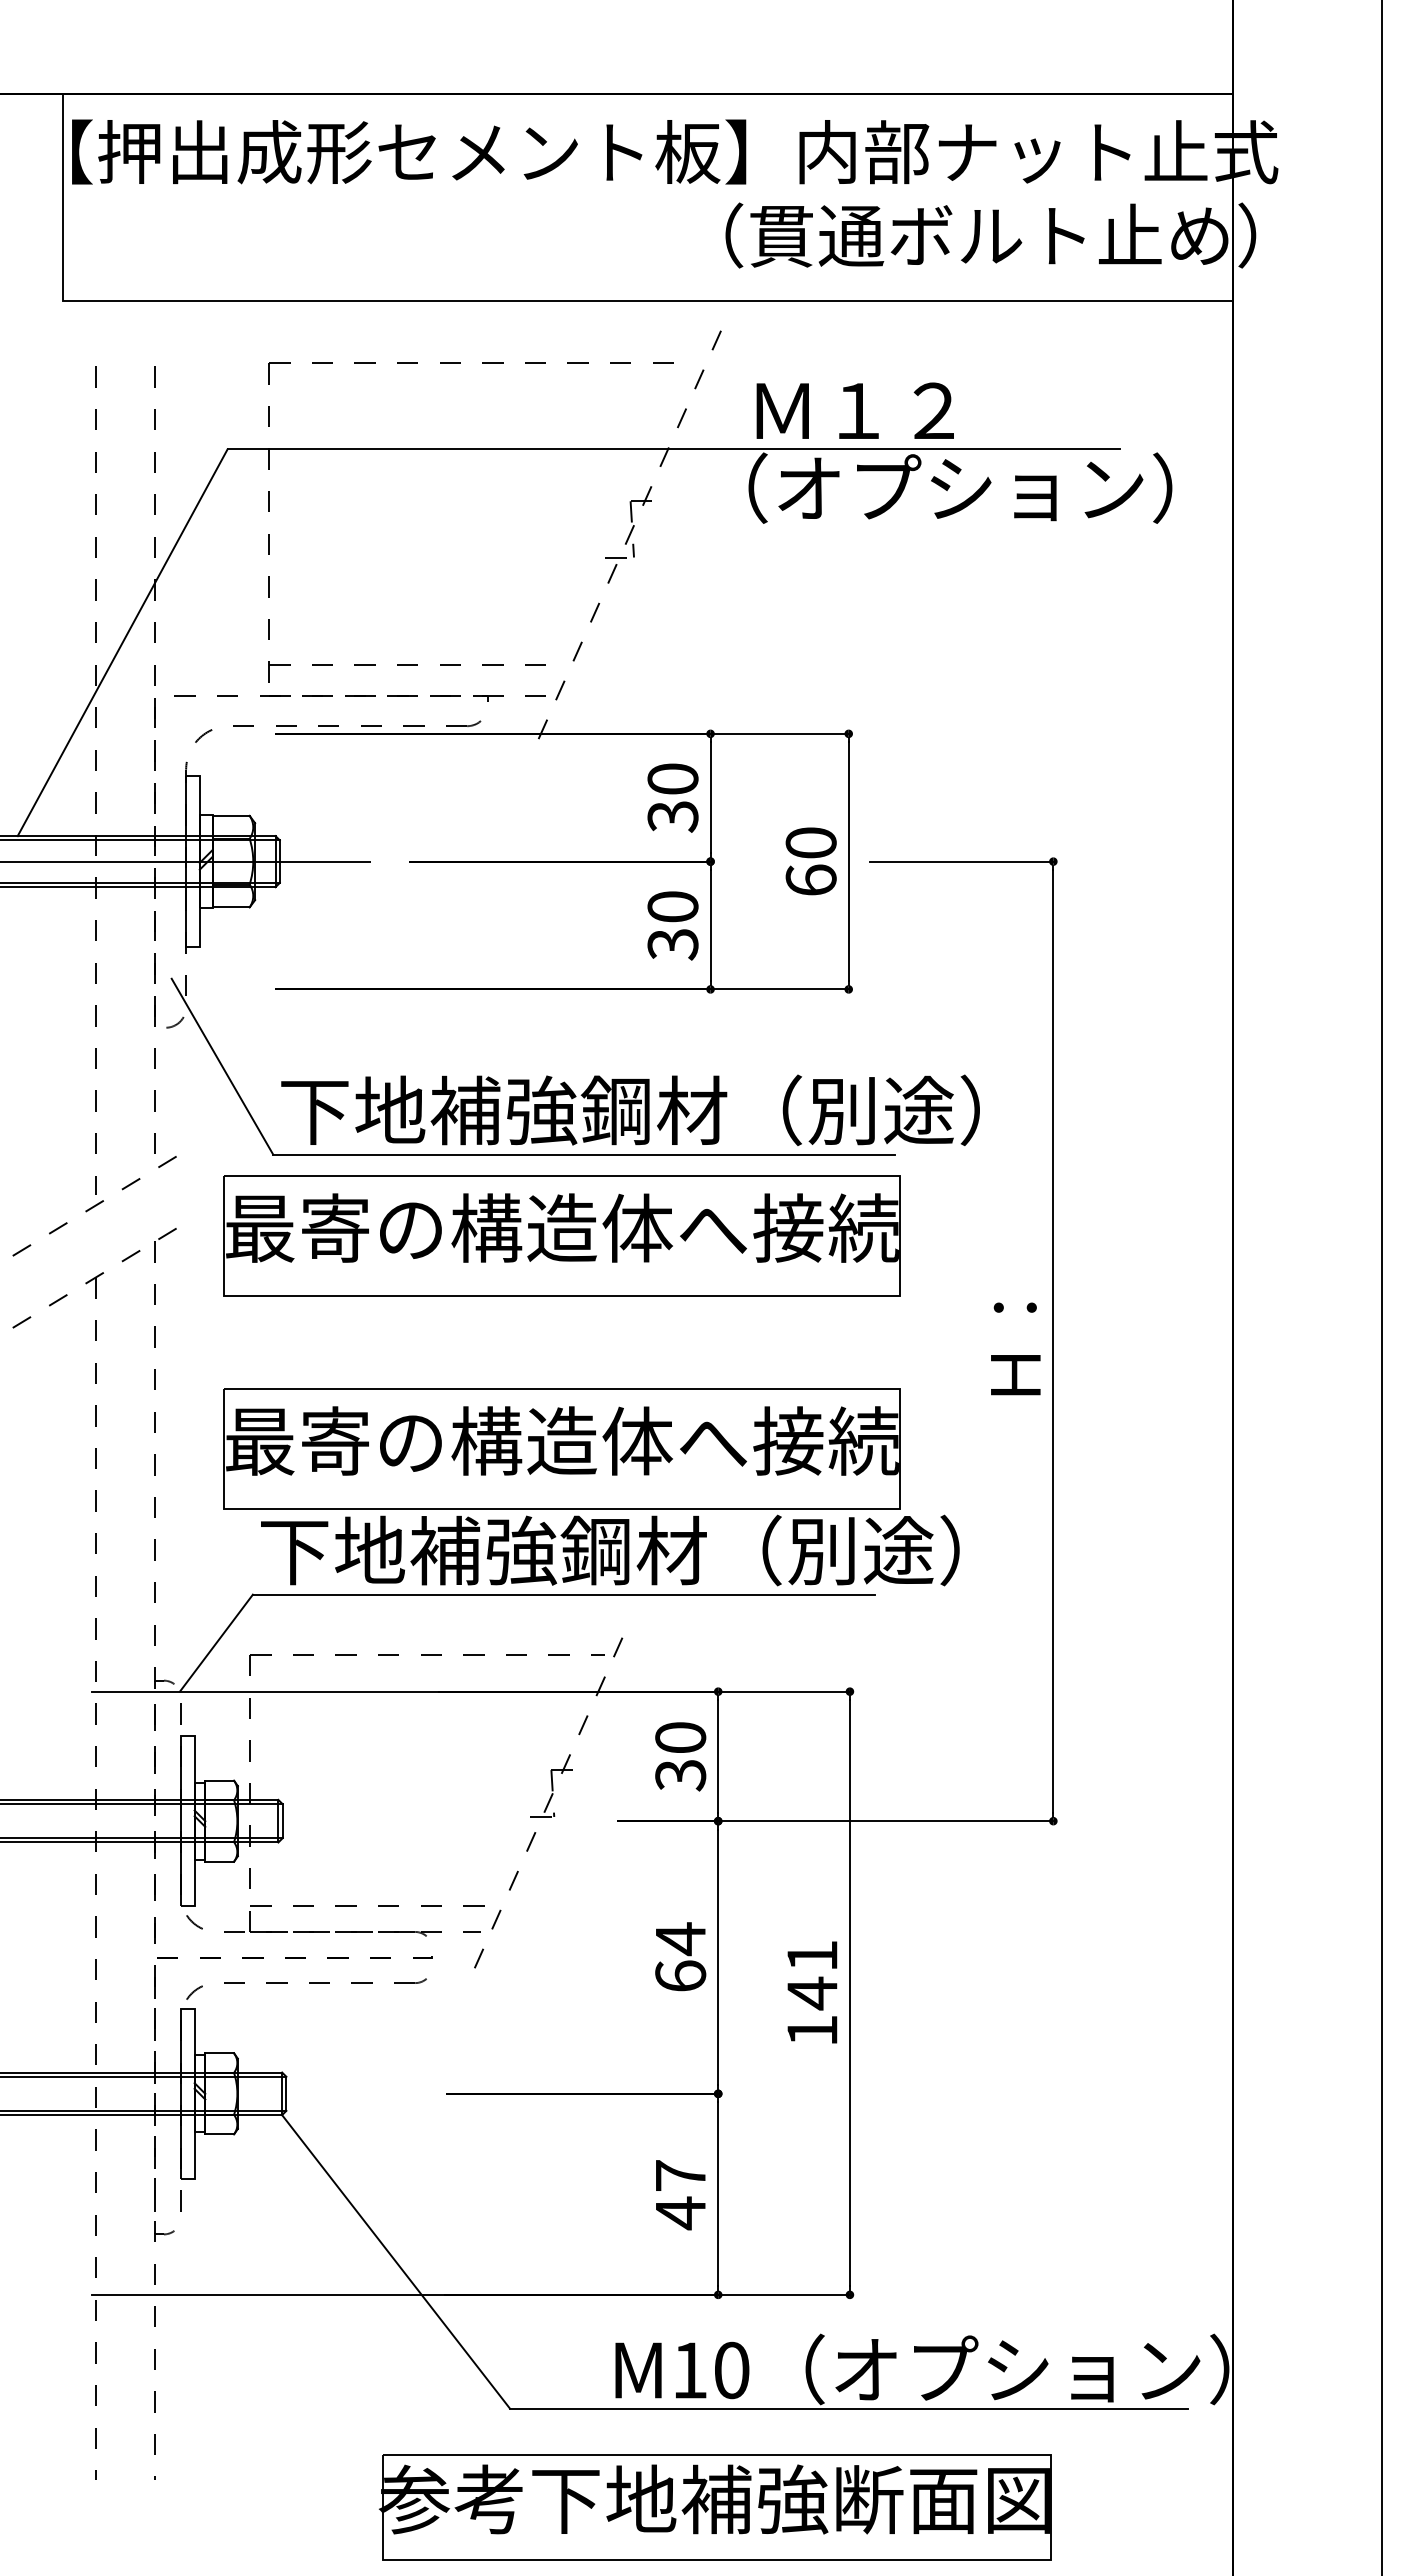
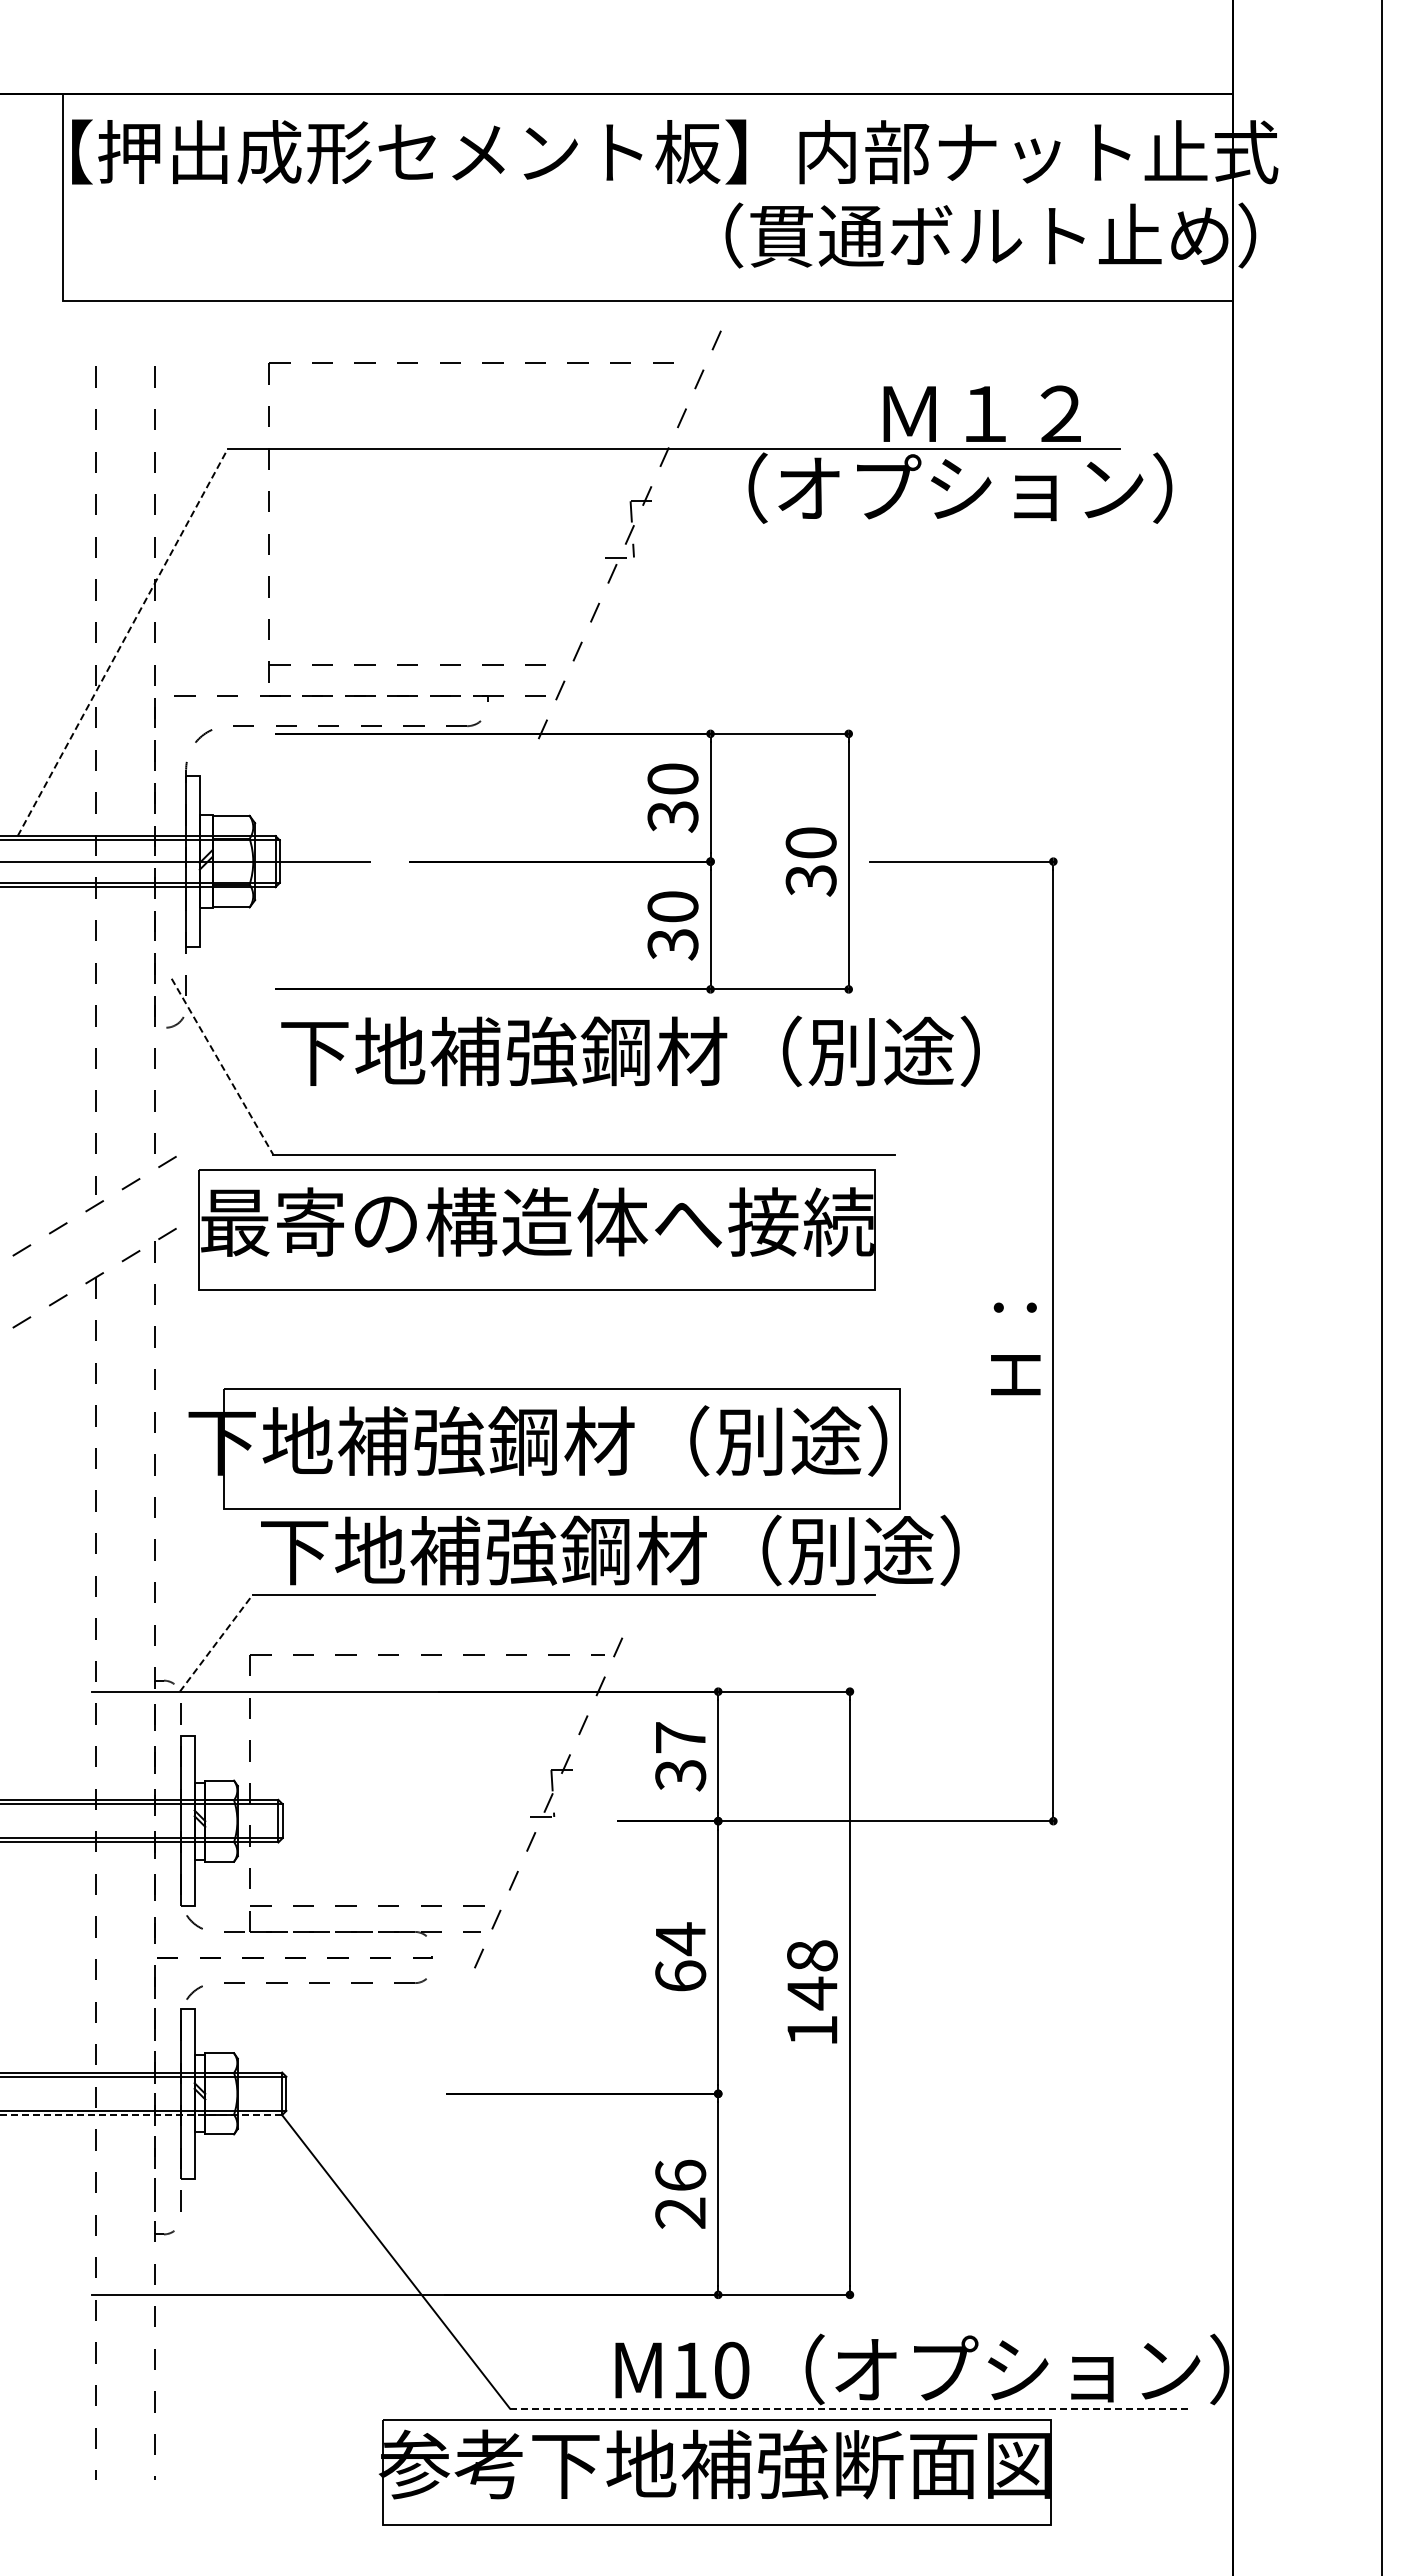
text at (854, 410) position: (854, 410) -> (981, 413)
line at (122, 642): solid -> dashed
text at (810, 880): 60 -> 30
line at (222, 1067): solid -> dashed
text at (630, 1110) position: (630, 1110) -> (630, 1051)
part at (561, 1235) position: (561, 1235) -> (536, 1229)
text at (543, 1440): 最寄の構造体へ接続 -> 下地補強鋼材（別途）
line at (216, 1643): solid -> dashed
text at (680, 1737): 30 -> 37
text at (812, 1955): 141 -> 148
line at (141, 2115): solid -> dashed
text at (680, 2194): 47 -> 26
line at (849, 2408): solid -> dashed
part at (714, 2507) position: (714, 2507) -> (714, 2472)
